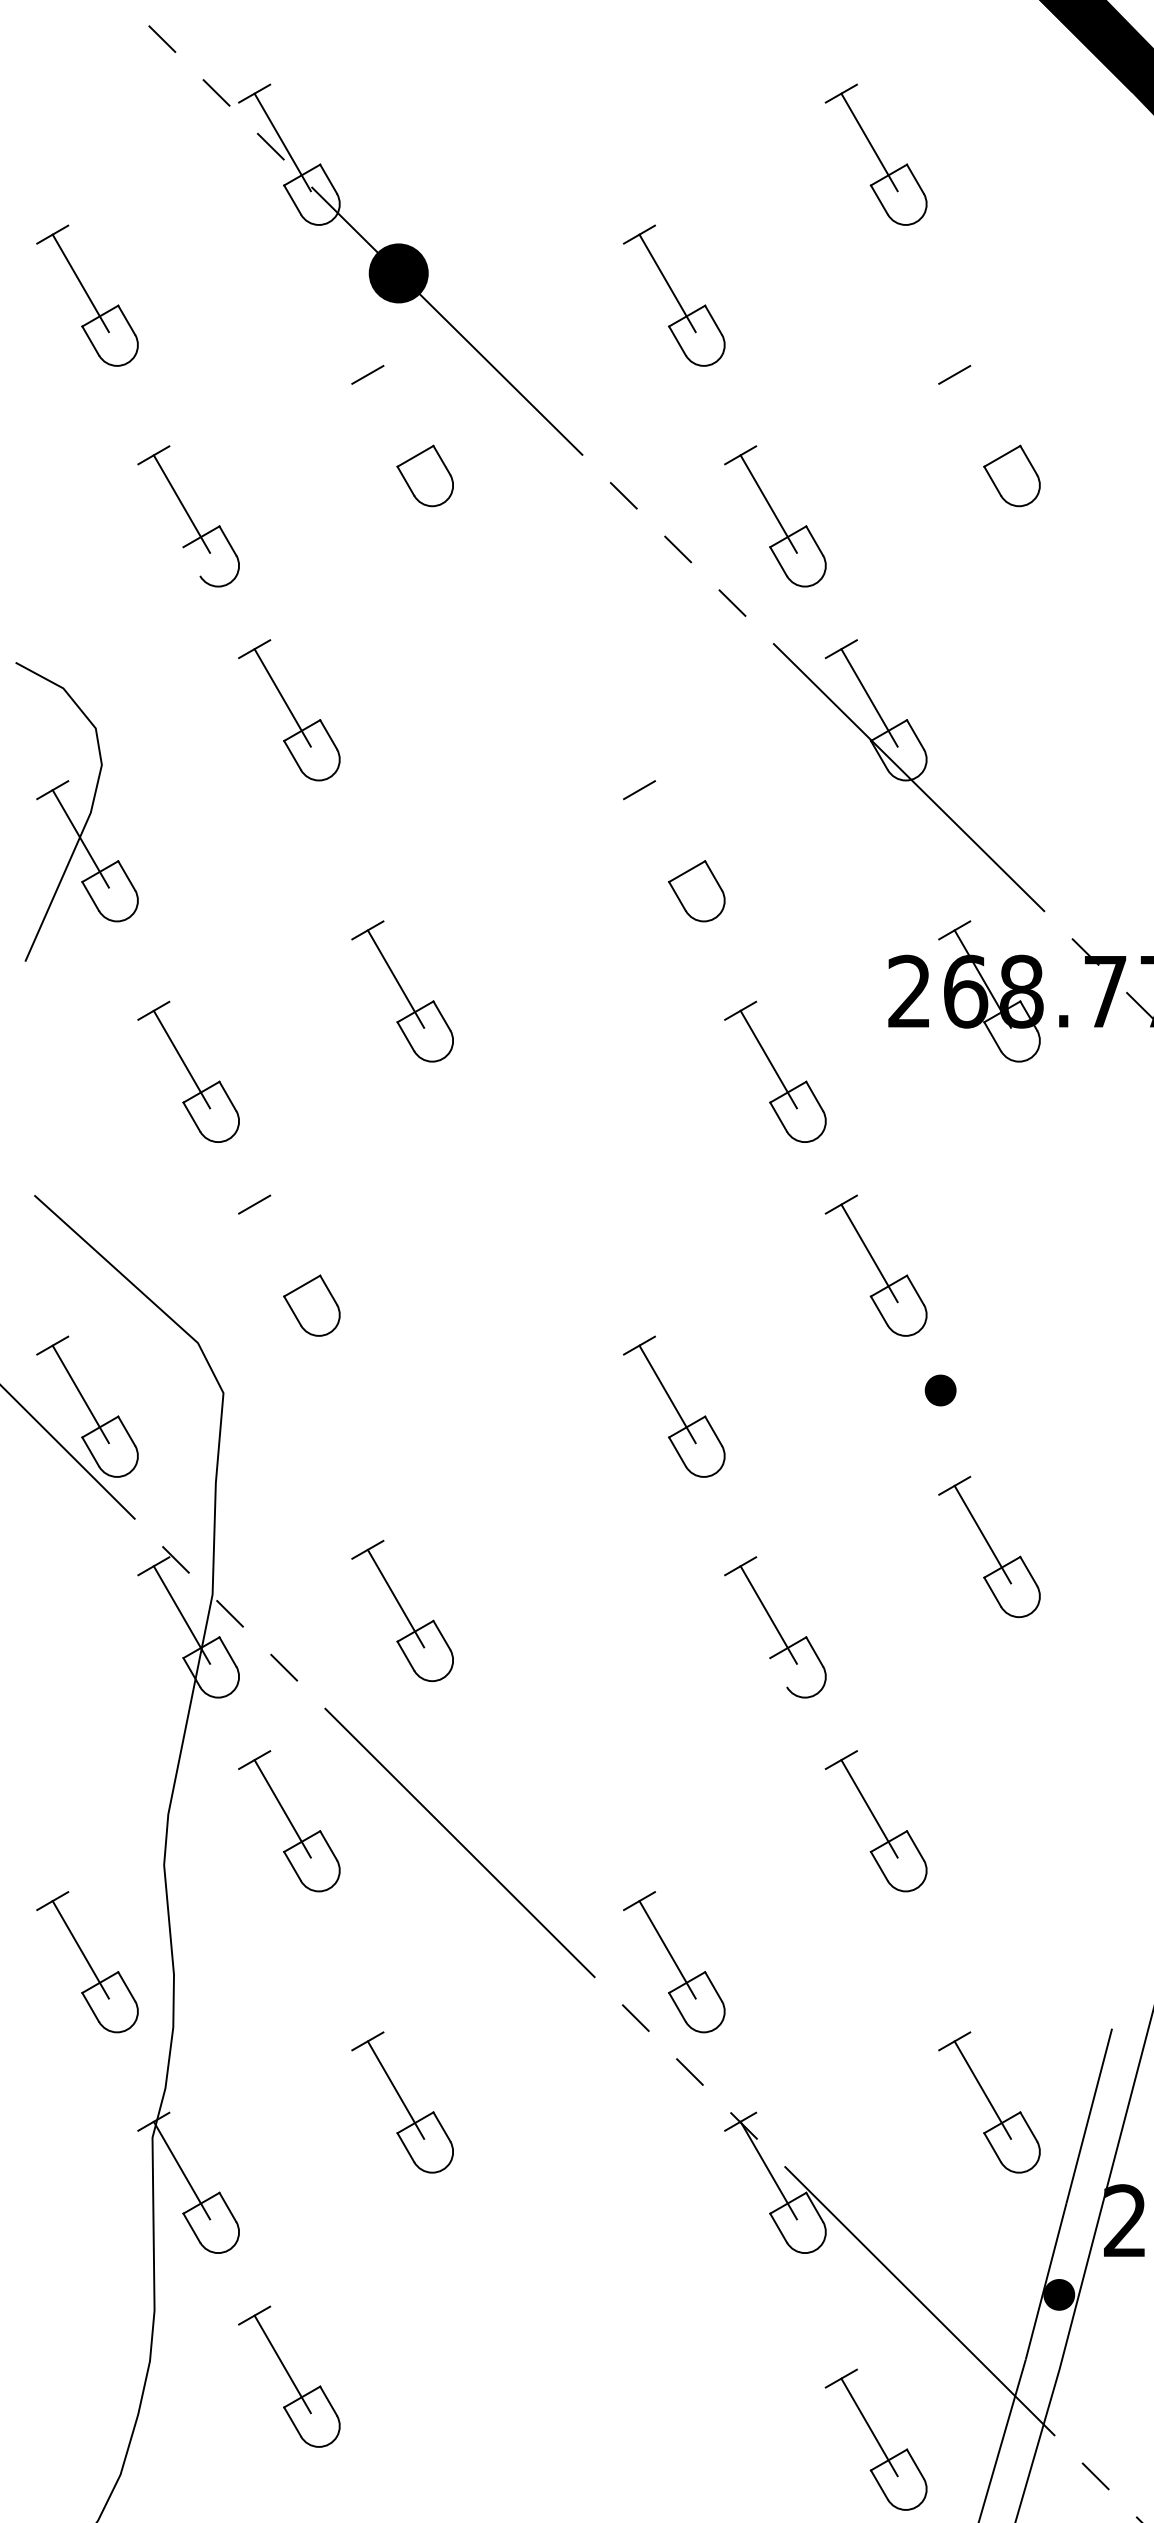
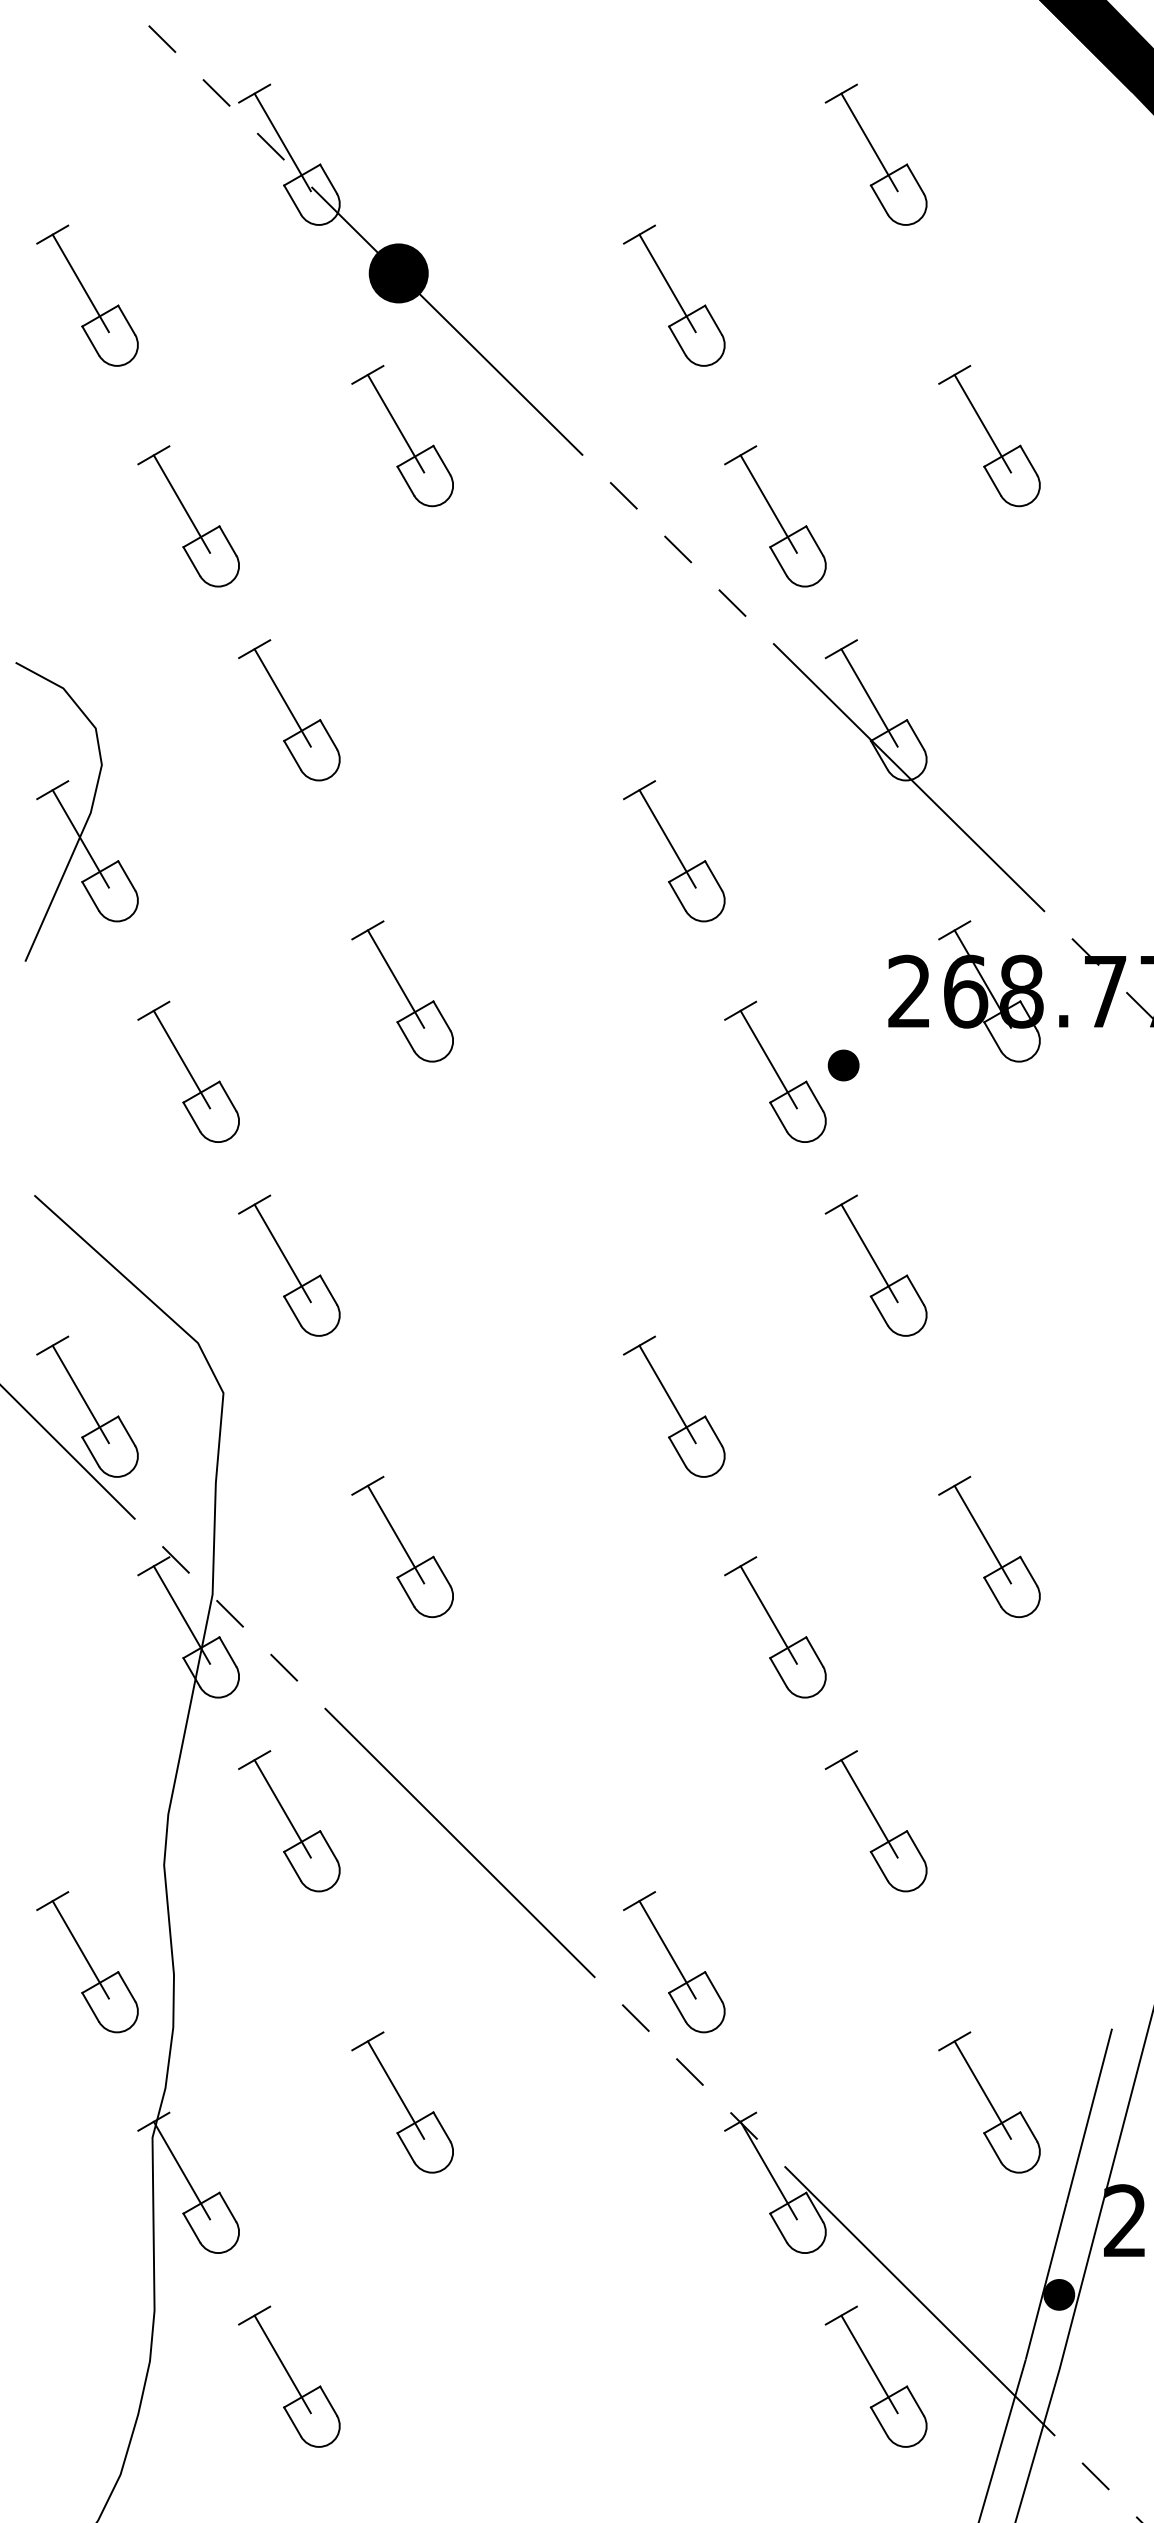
line at (395, 423): none -> present
line at (982, 423): none -> present
line at (191, 561): none -> present
line at (667, 838): none -> present
line at (282, 1253): none -> present
part at (940, 1390) position: (940, 1390) -> (843, 1065)
part at (402, 1610) position: (402, 1610) -> (402, 1546)
line at (778, 1672): none -> present
part at (875, 2439) position: (875, 2439) -> (875, 2376)
